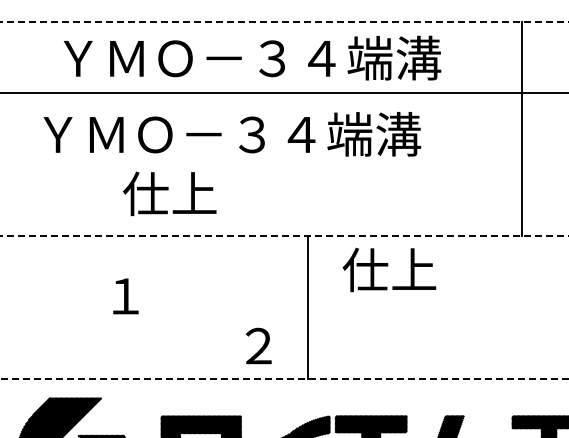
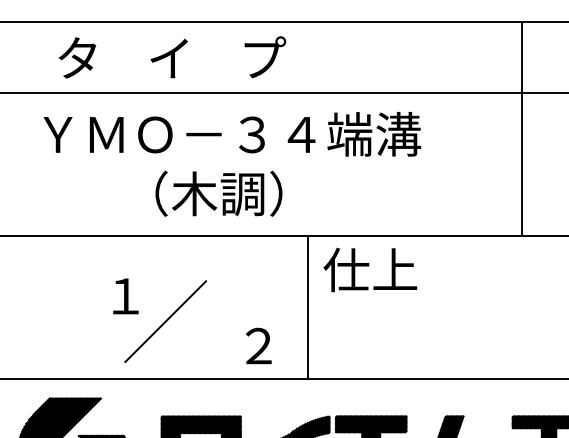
line at (284, 22): dashed -> solid
text at (249, 57): ＹＭＯ－３４端溝 -> タ    イ    プ
text at (202, 193): 仕上 -> （木調）
line at (284, 236): dashed -> solid
text at (389, 269) position: (389, 269) -> (370, 269)
line at (165, 321): none -> present
line at (284, 378): dashed -> solid
